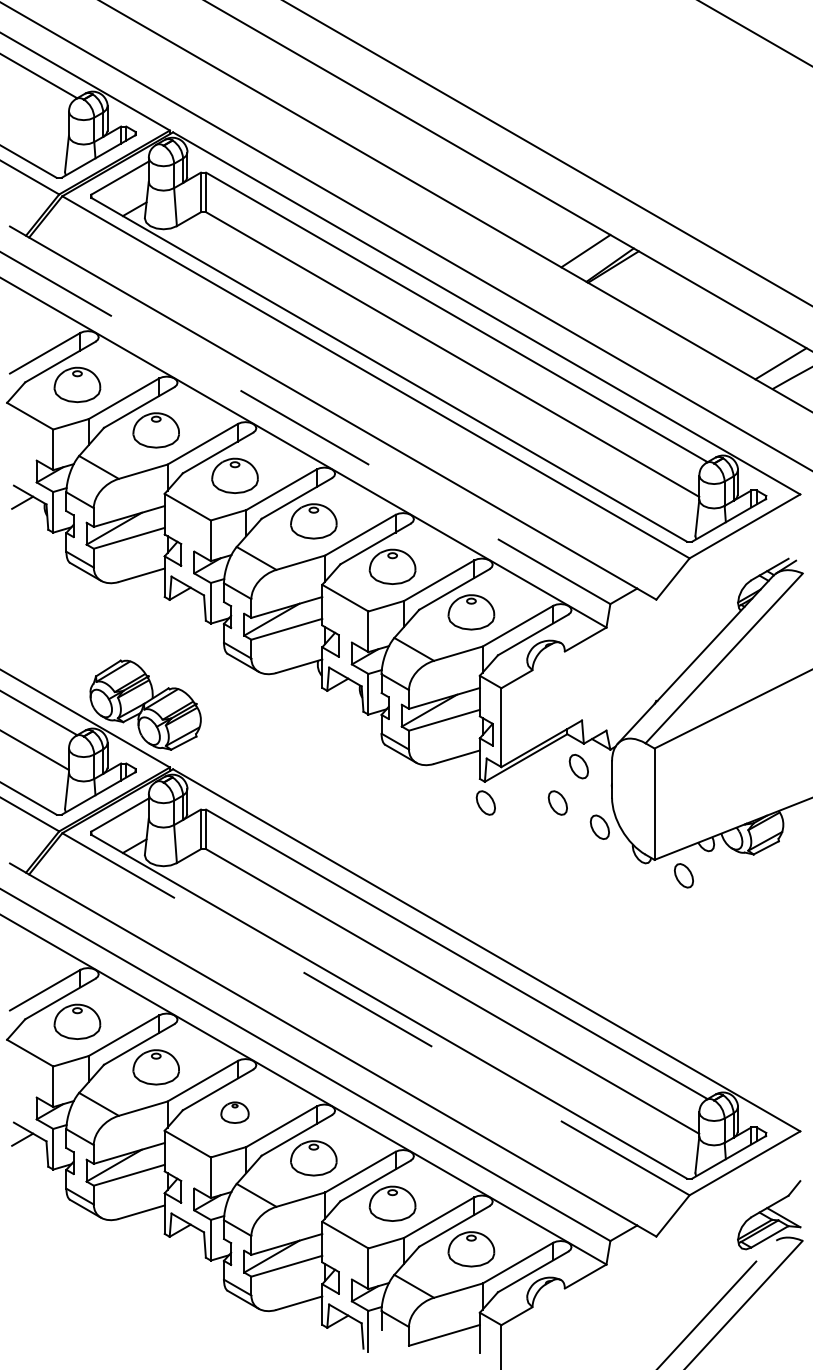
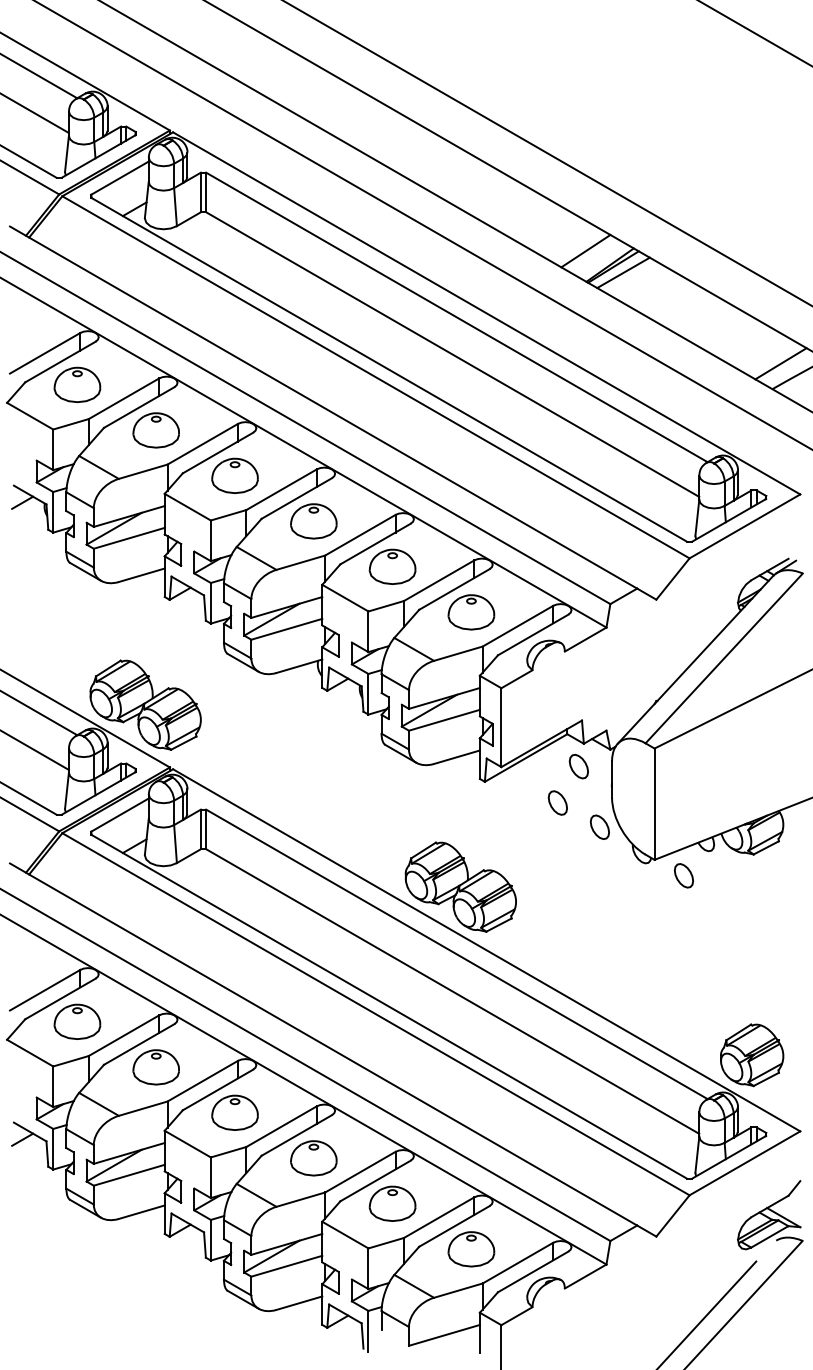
line at (35, 113): none -> present
line at (405, 236) position: (405, 236) -> (422, 225)
line at (623, 272): none -> present
line at (305, 428): dashed -> solid
part at (485, 802): present -> none
part at (460, 886): none -> present
line at (375, 1014): dashed -> solid
part at (752, 1055): none -> present
part at (234, 1112) size: 30x23 px -> 48x37 px
